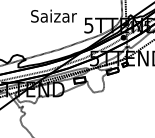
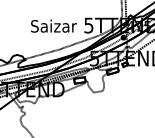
text at (53, 15) position: (53, 15) -> (53, 25)
